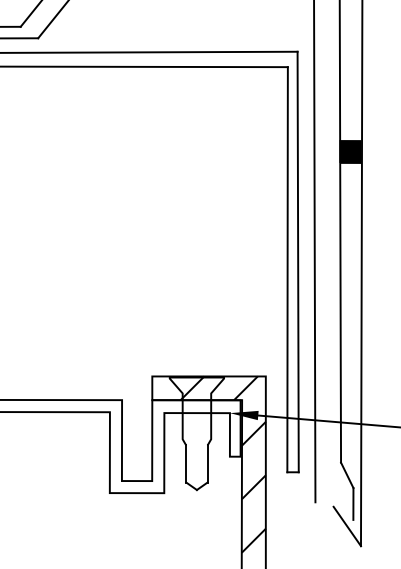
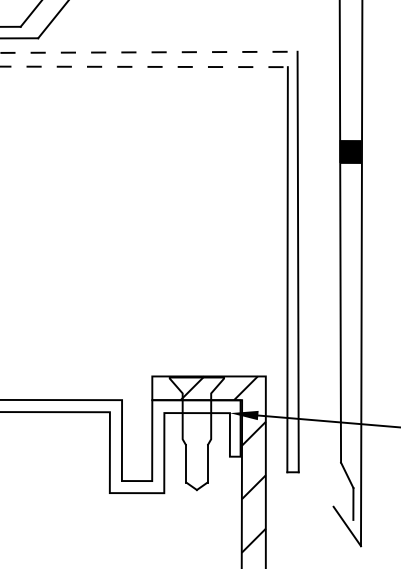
line at (149, 52): solid -> dashed
line at (144, 66): solid -> dashed
line at (314, 252): present -> none
